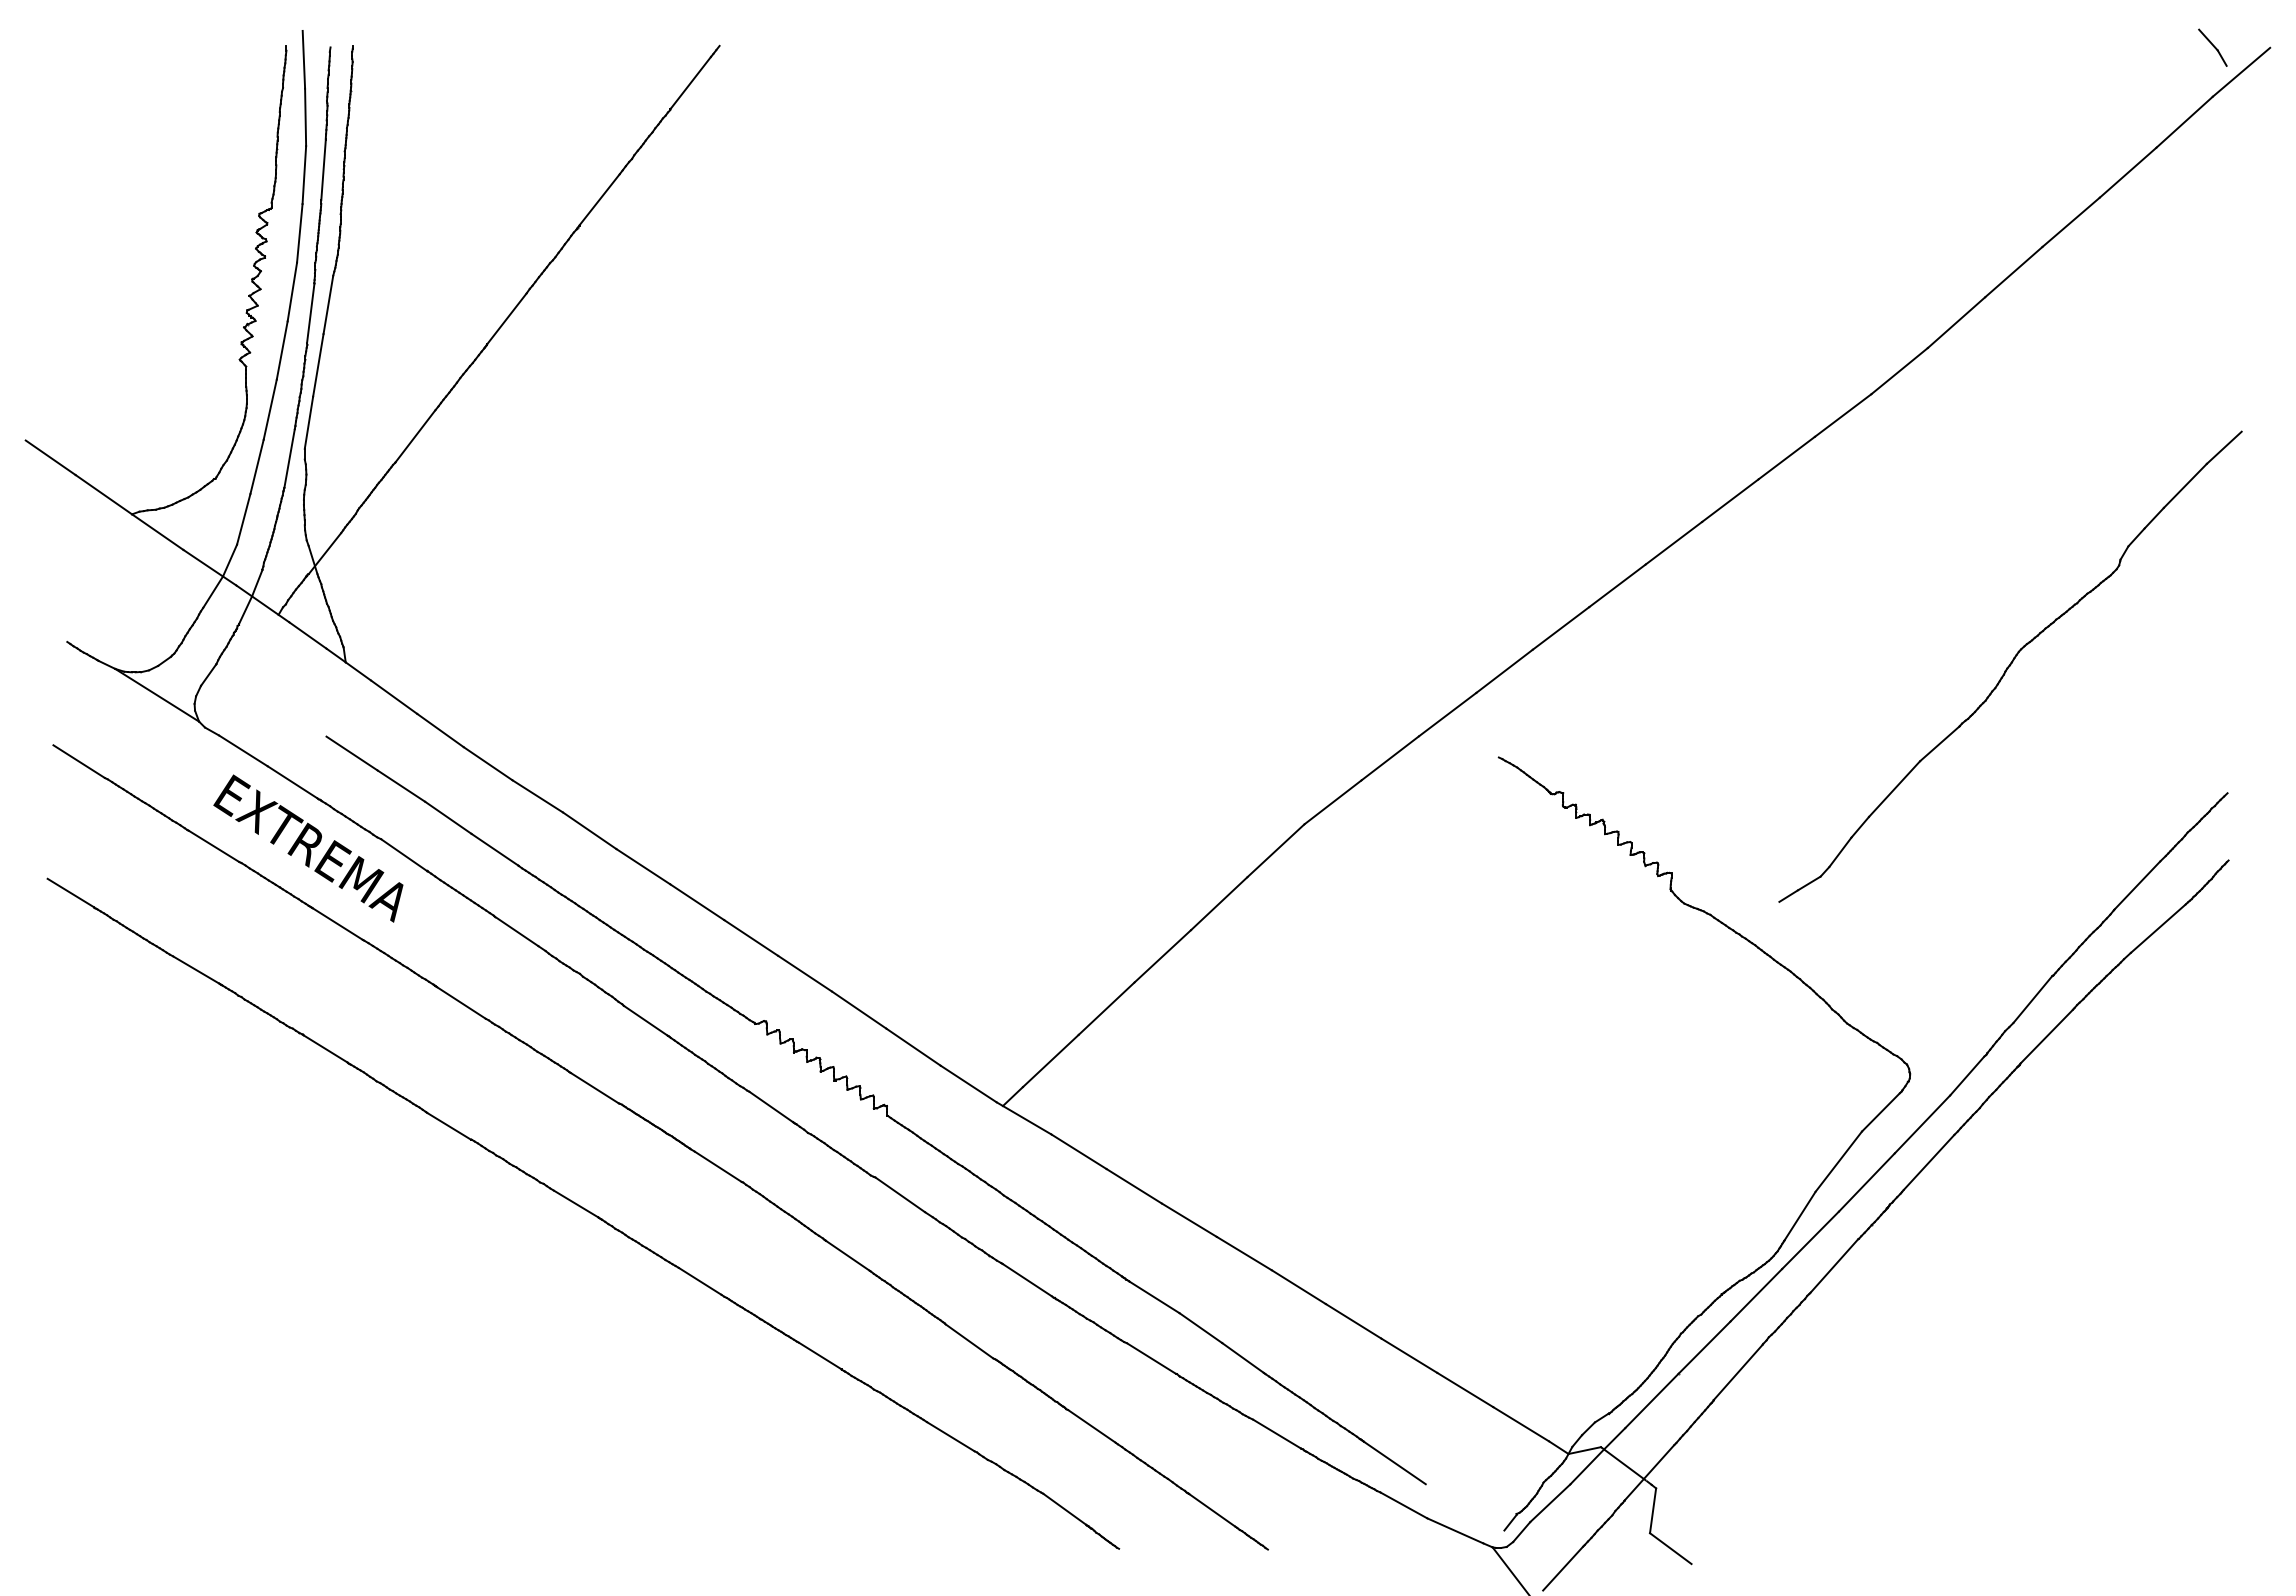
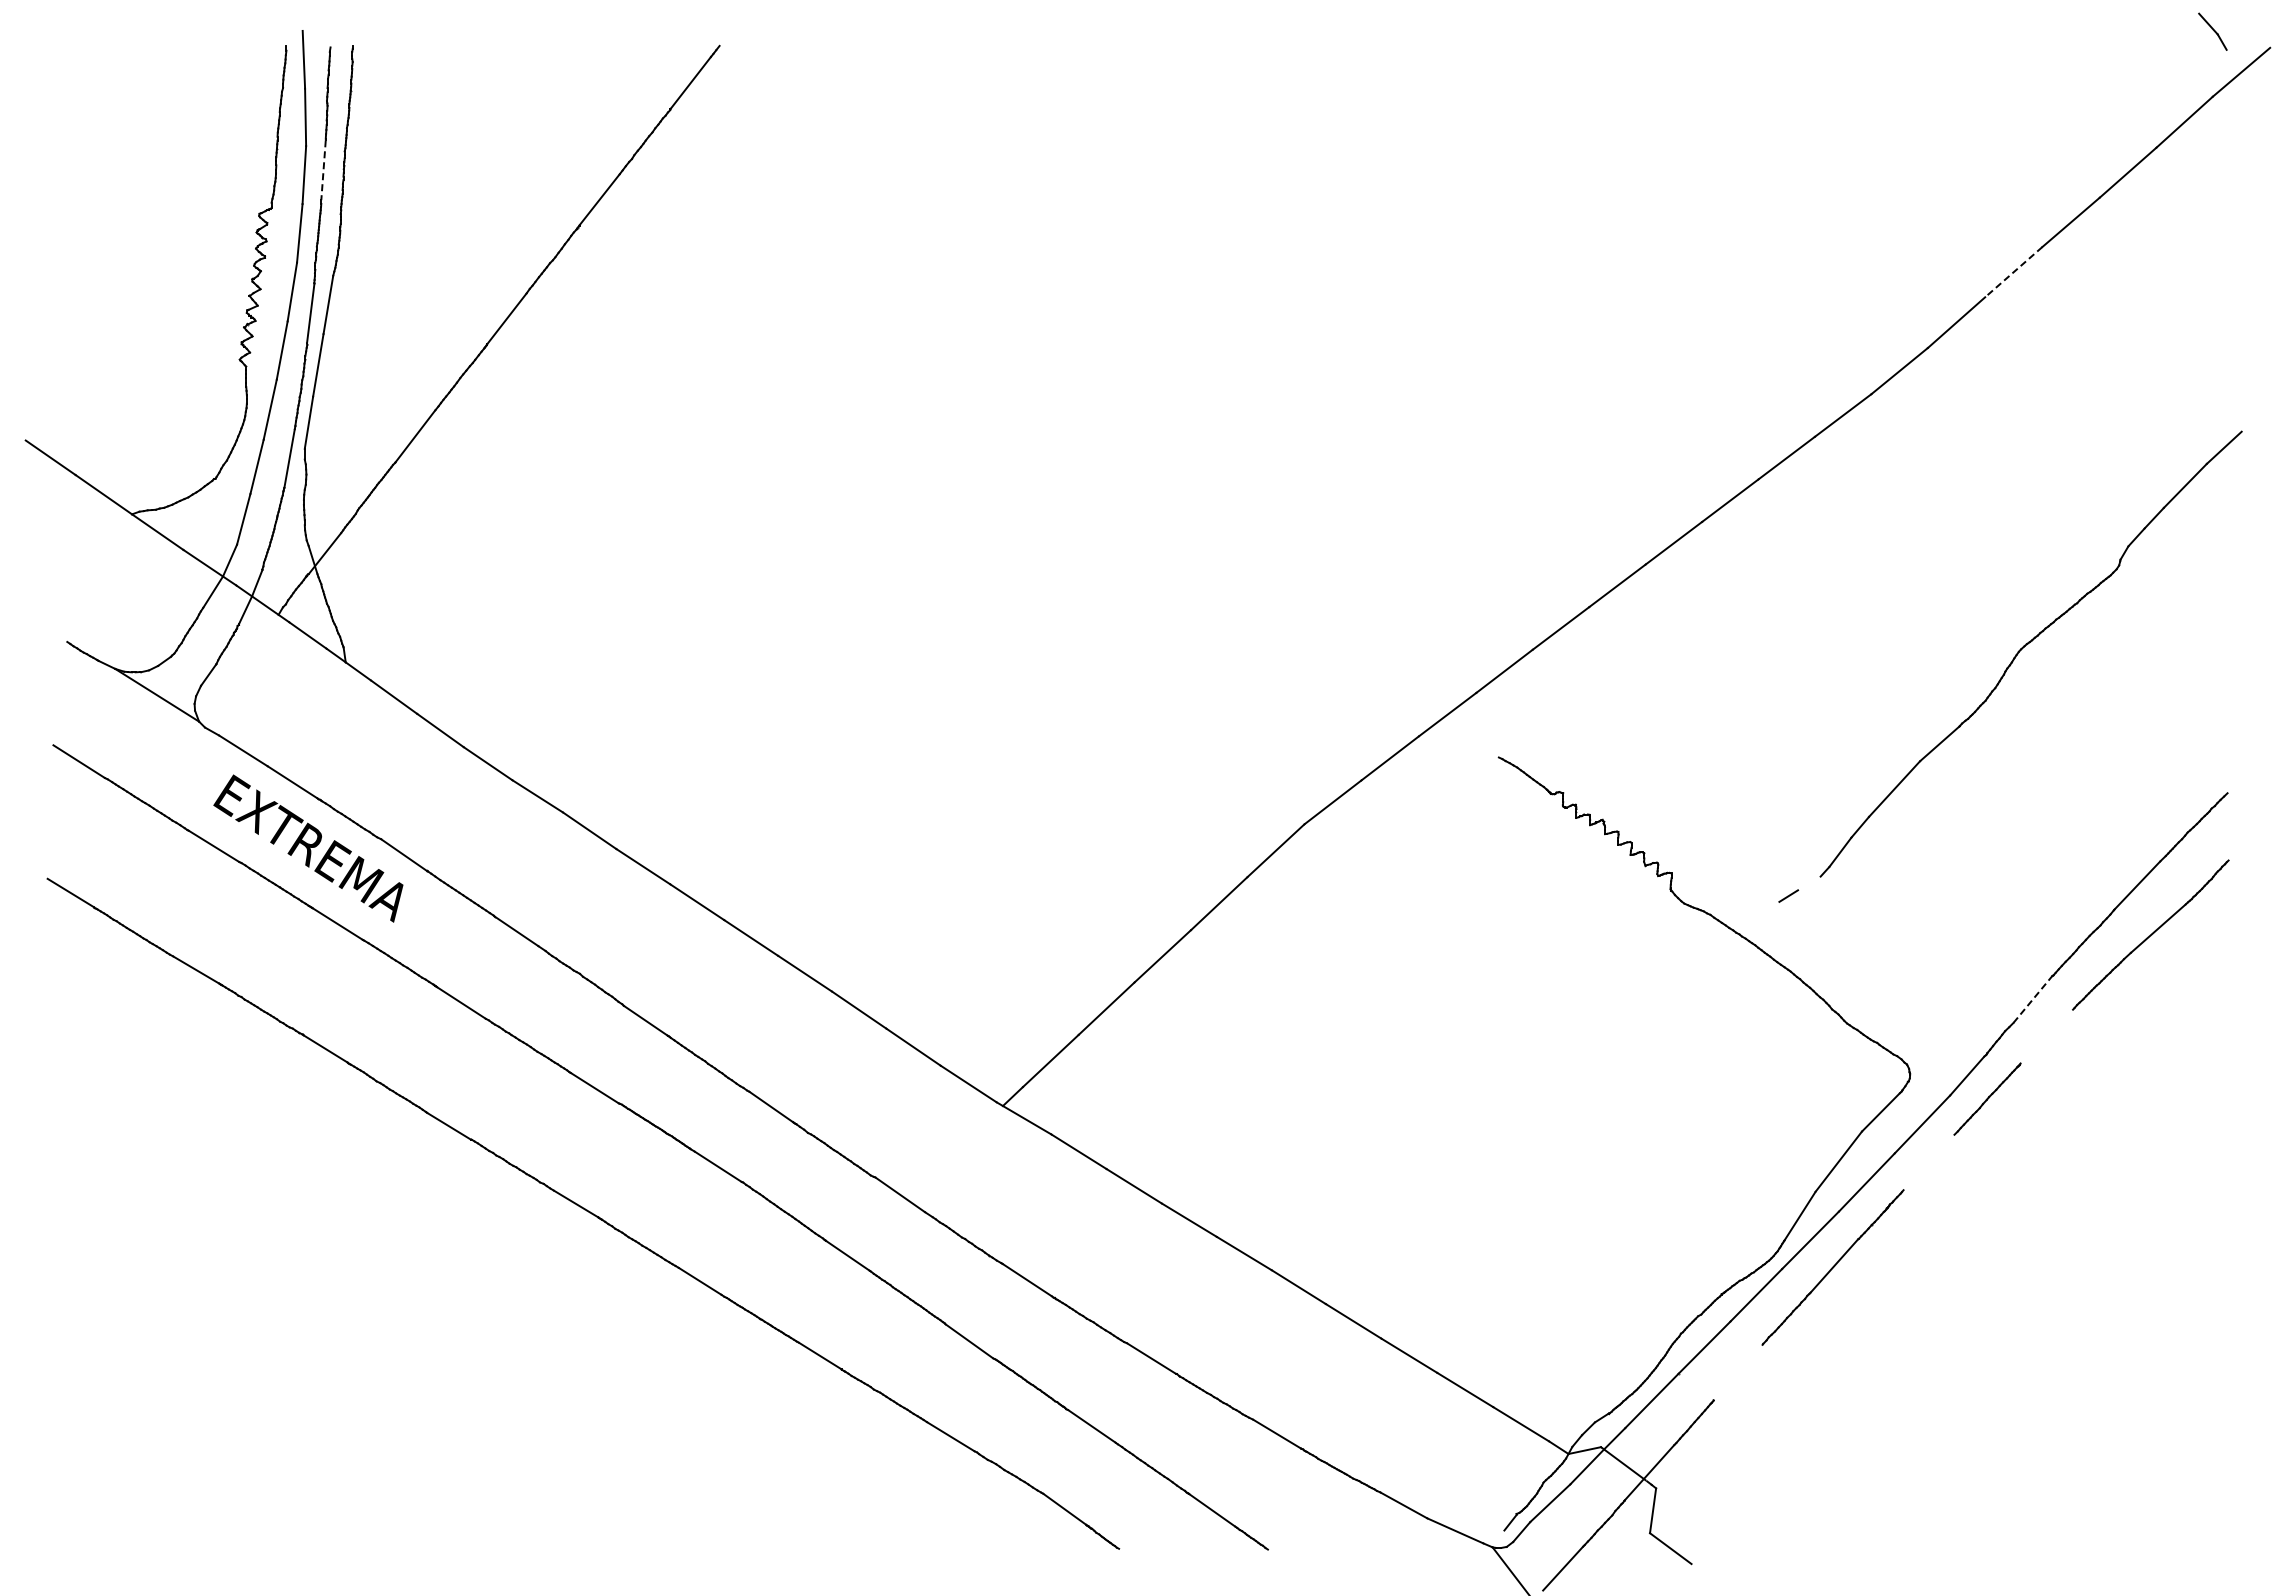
part at (2212, 47) position: (2212, 47) -> (2212, 31)
line at (323, 170): solid -> dashed
line at (2013, 272): solid -> dashed
line at (1809, 883): present -> none
line at (2033, 999): solid -> dashed
line at (2046, 1036): present -> none
part at (875, 1110): present -> none
line at (1928, 1162): present -> none
line at (1737, 1372): present -> none
